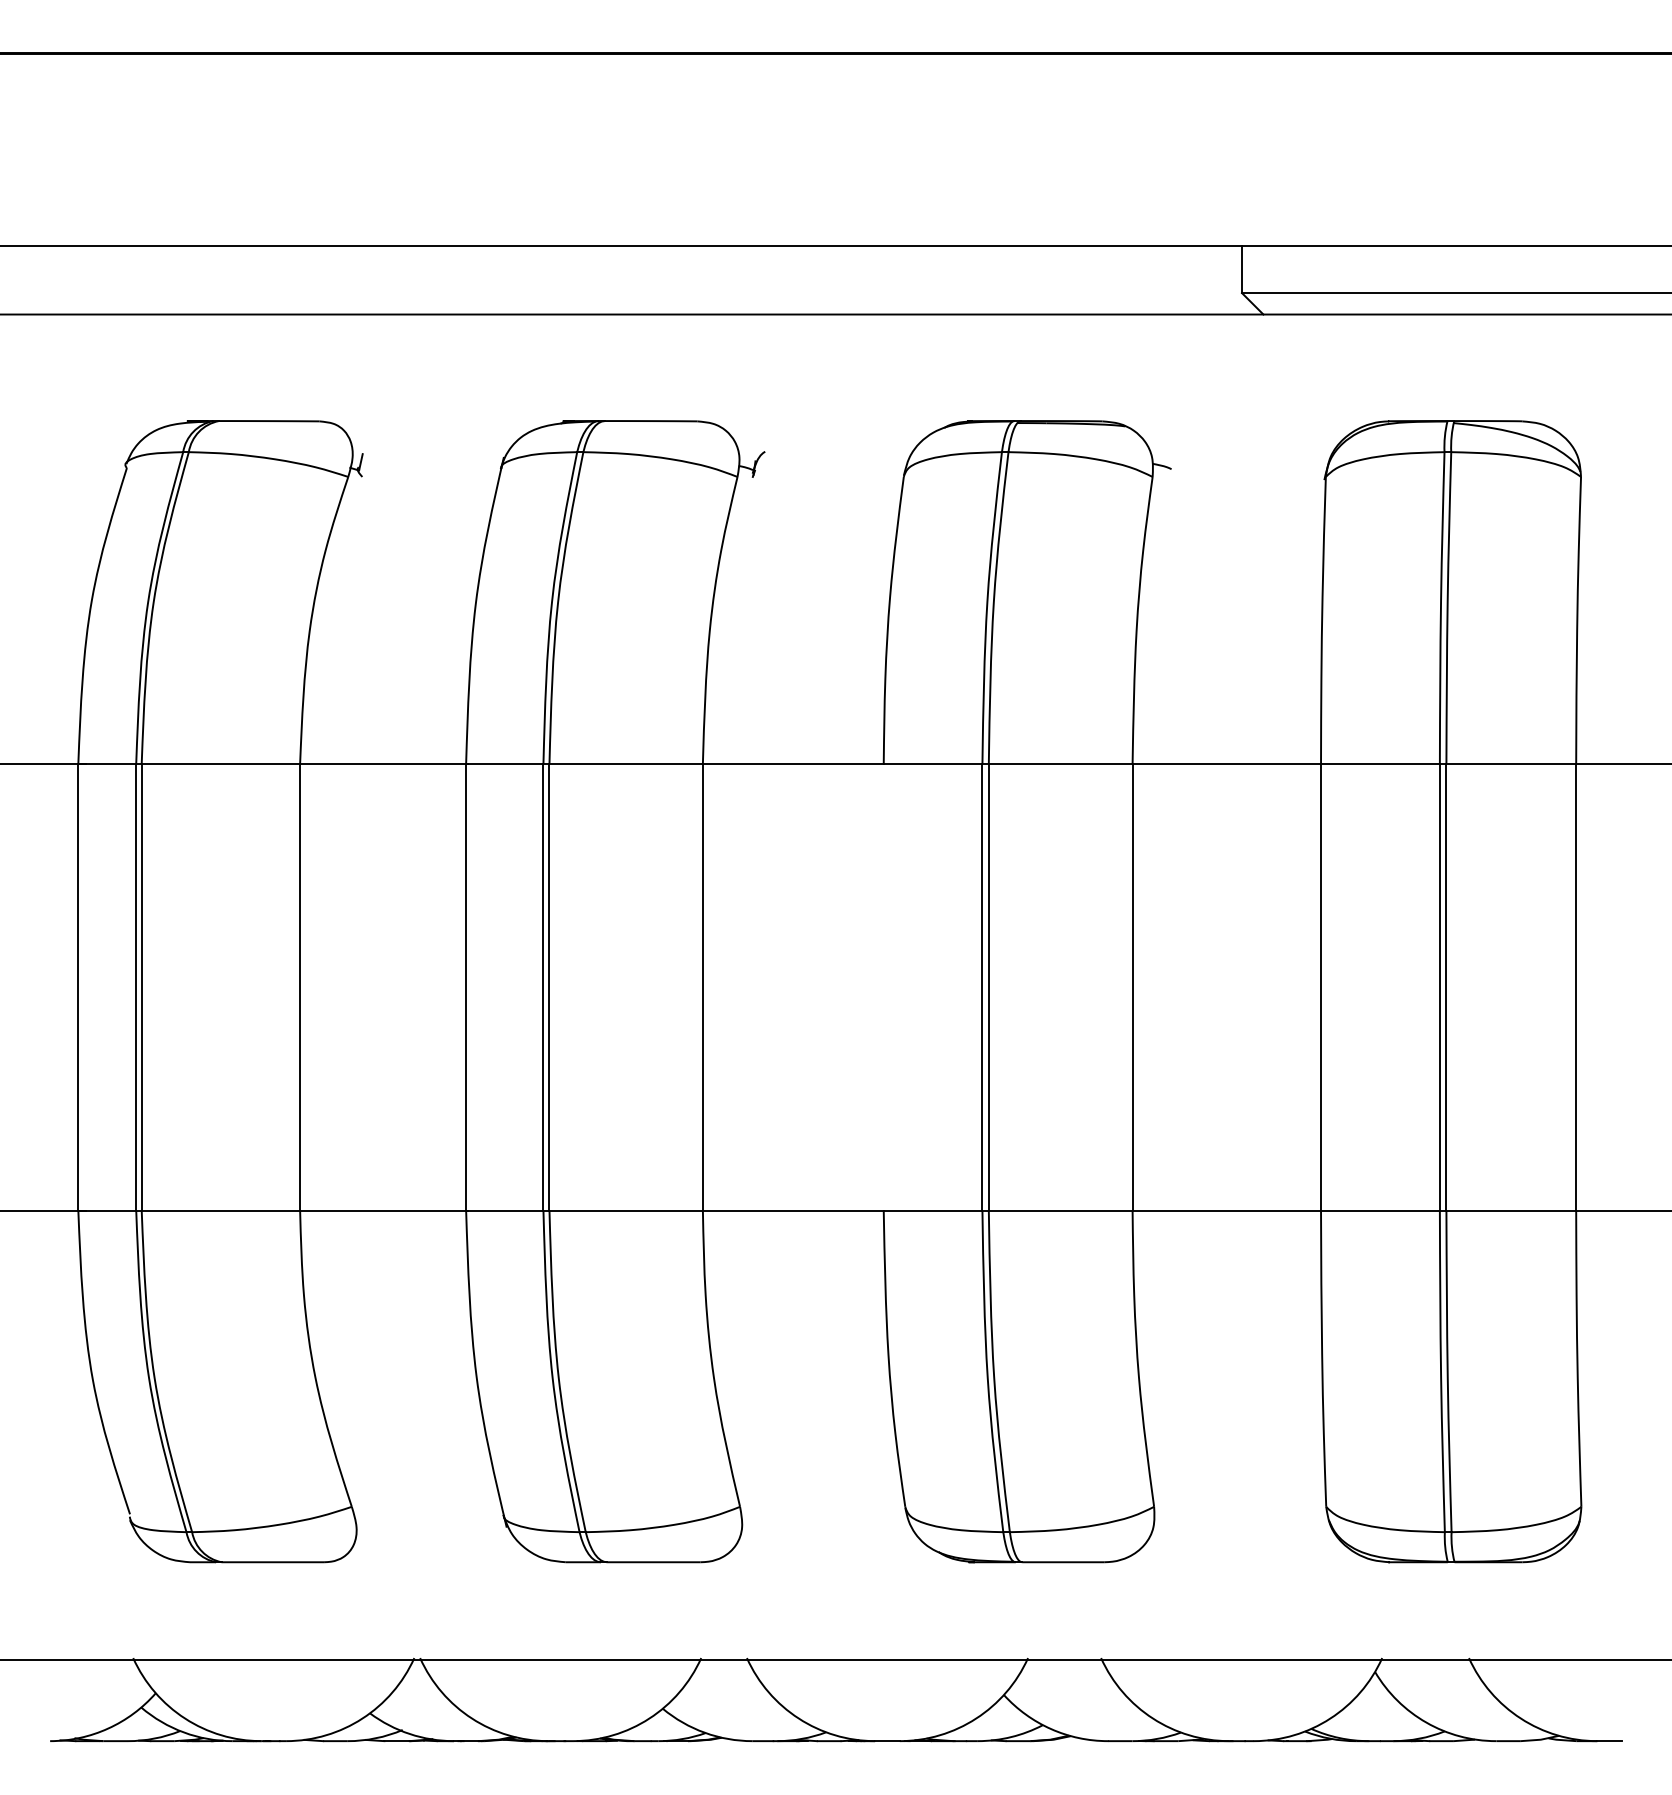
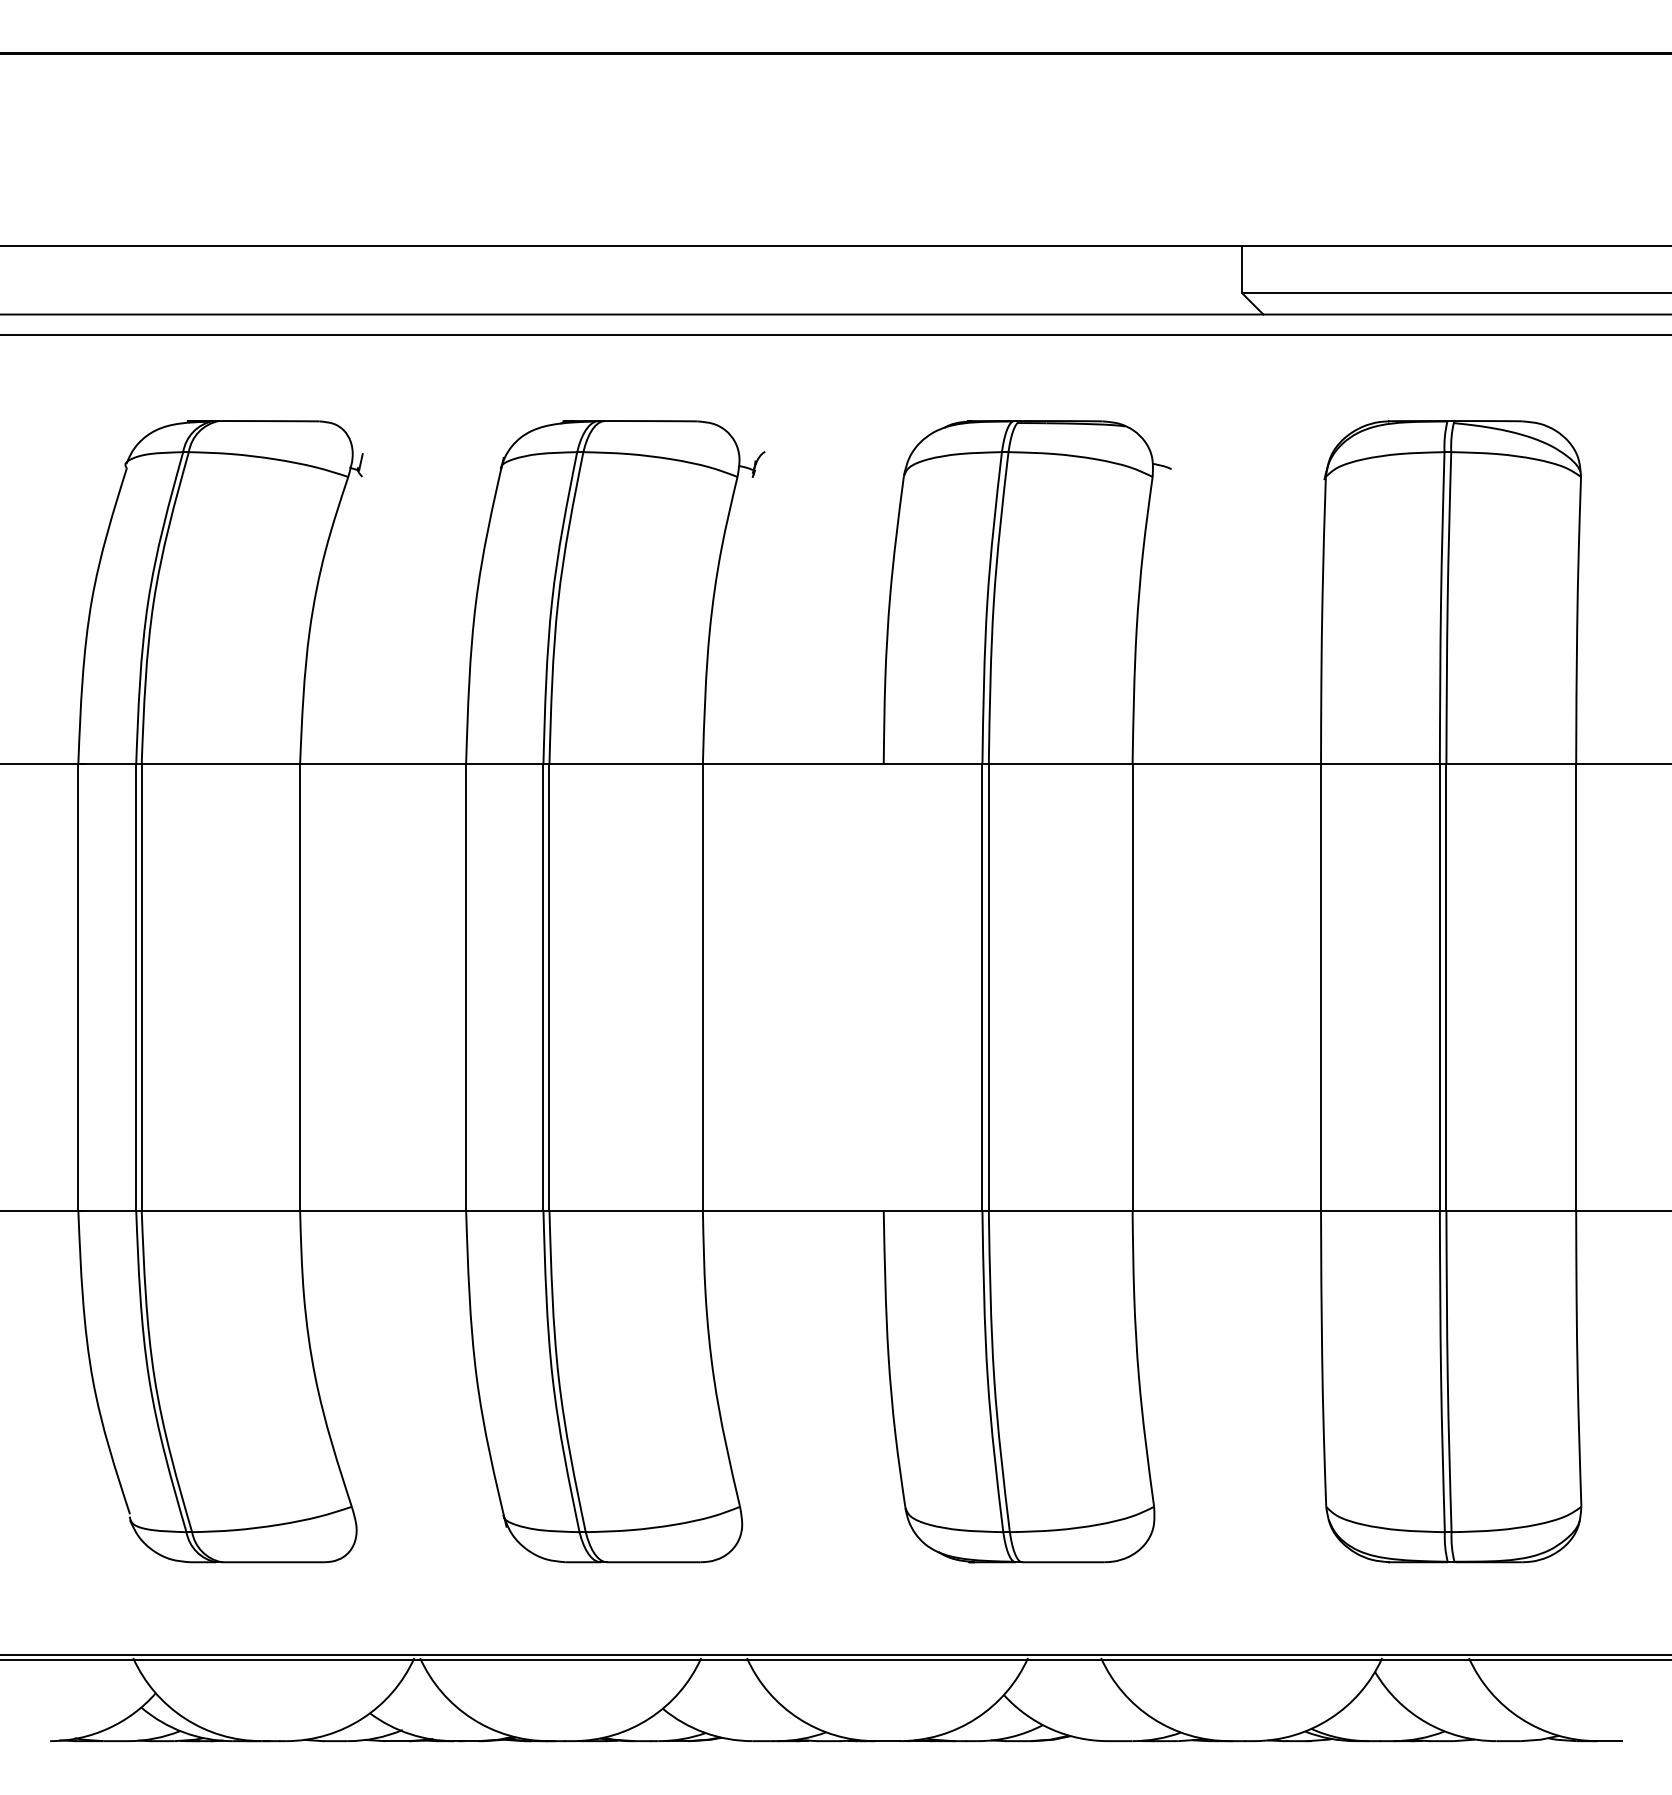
line at (835, 335): none -> present
line at (835, 1655): none -> present
